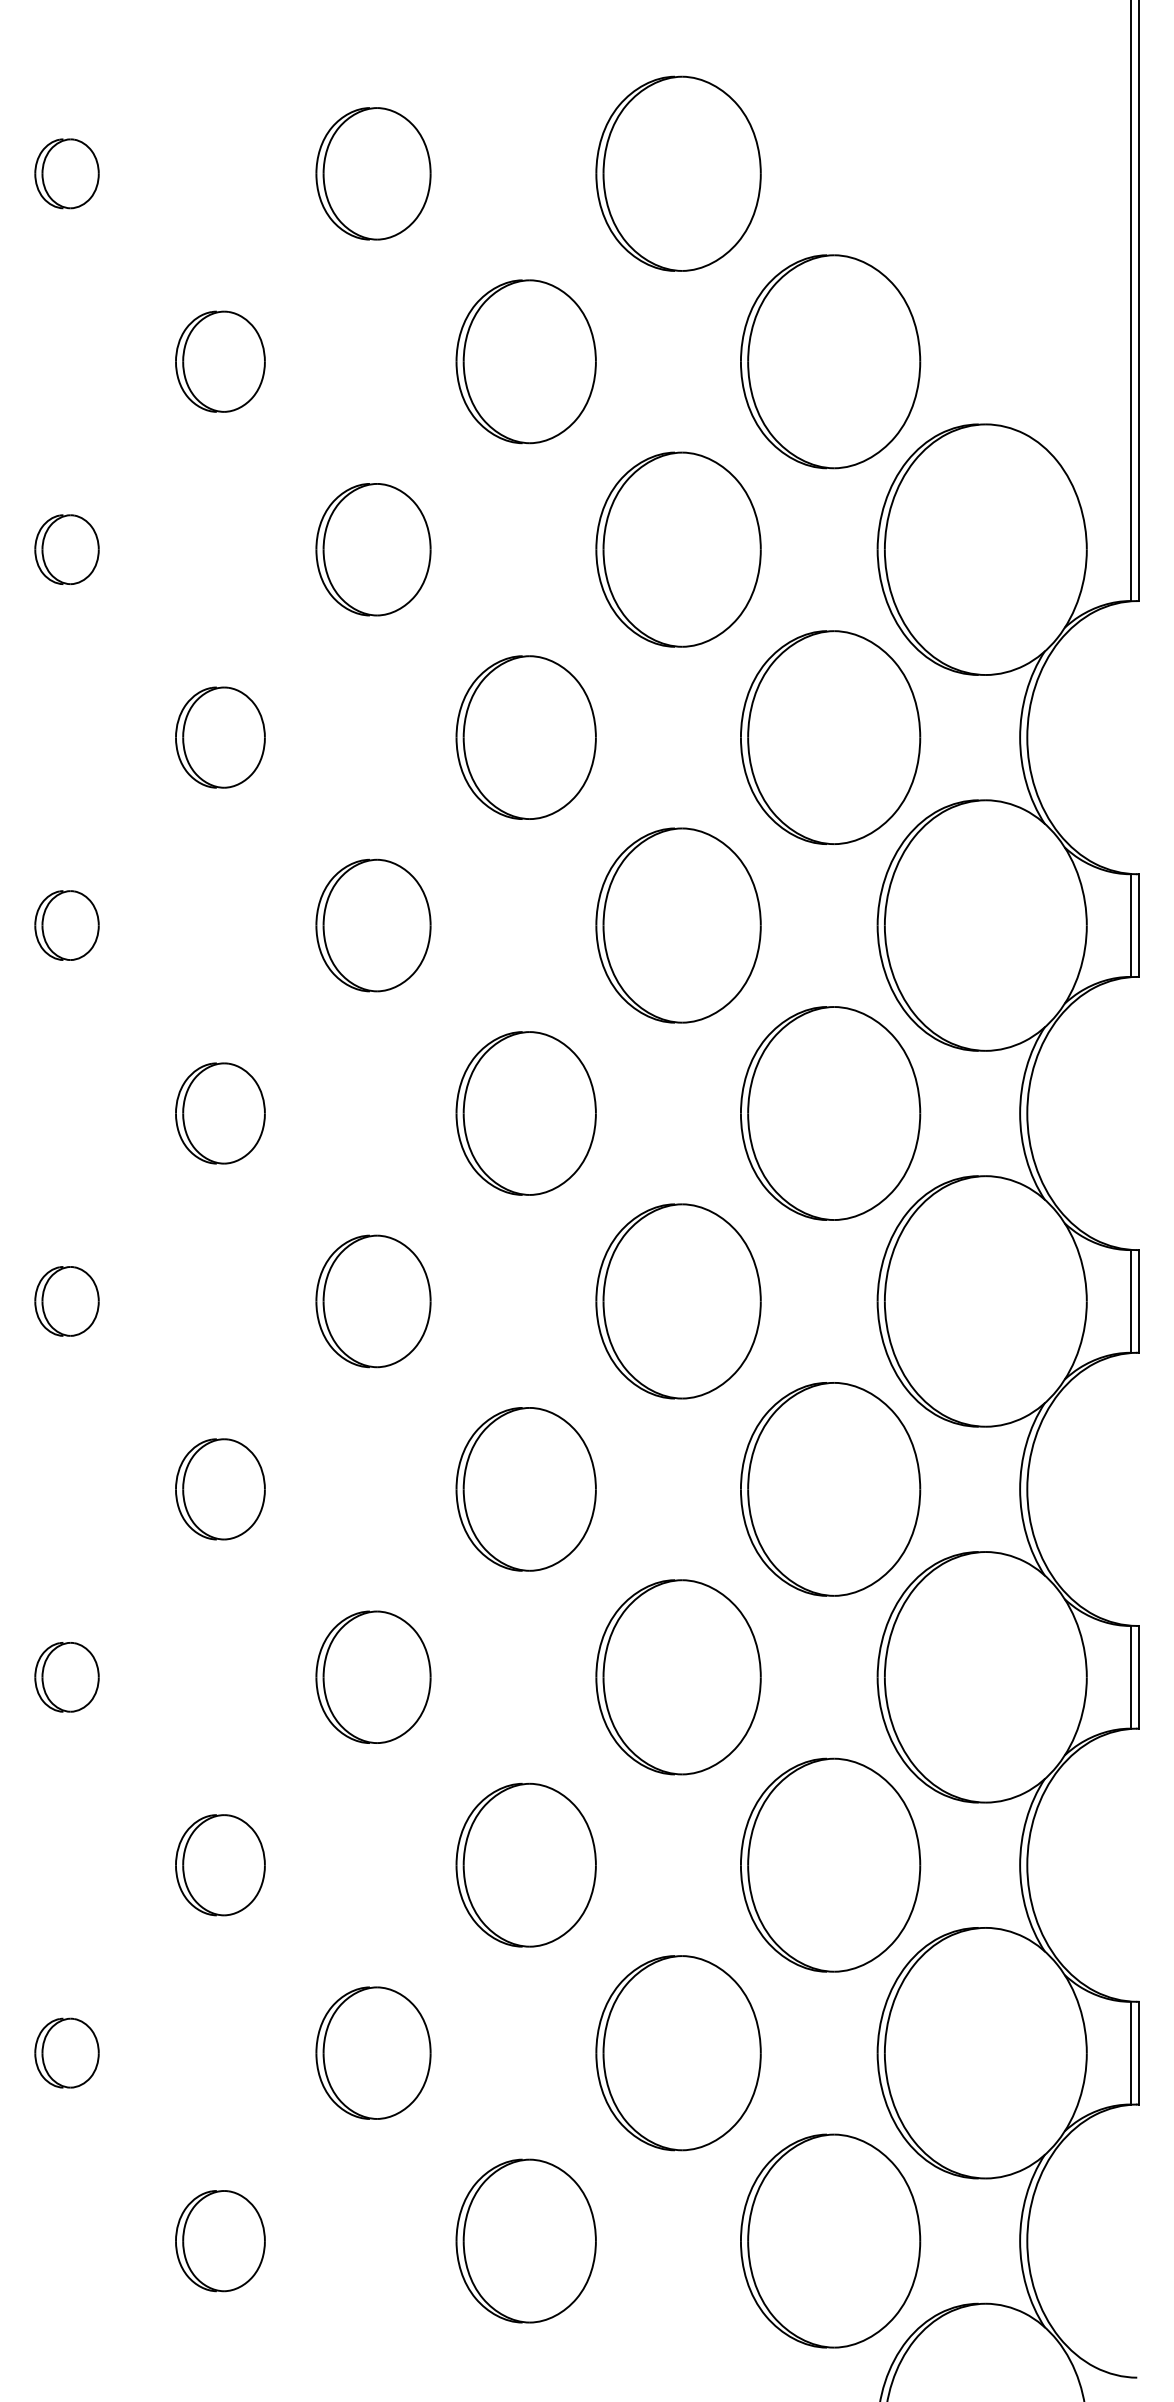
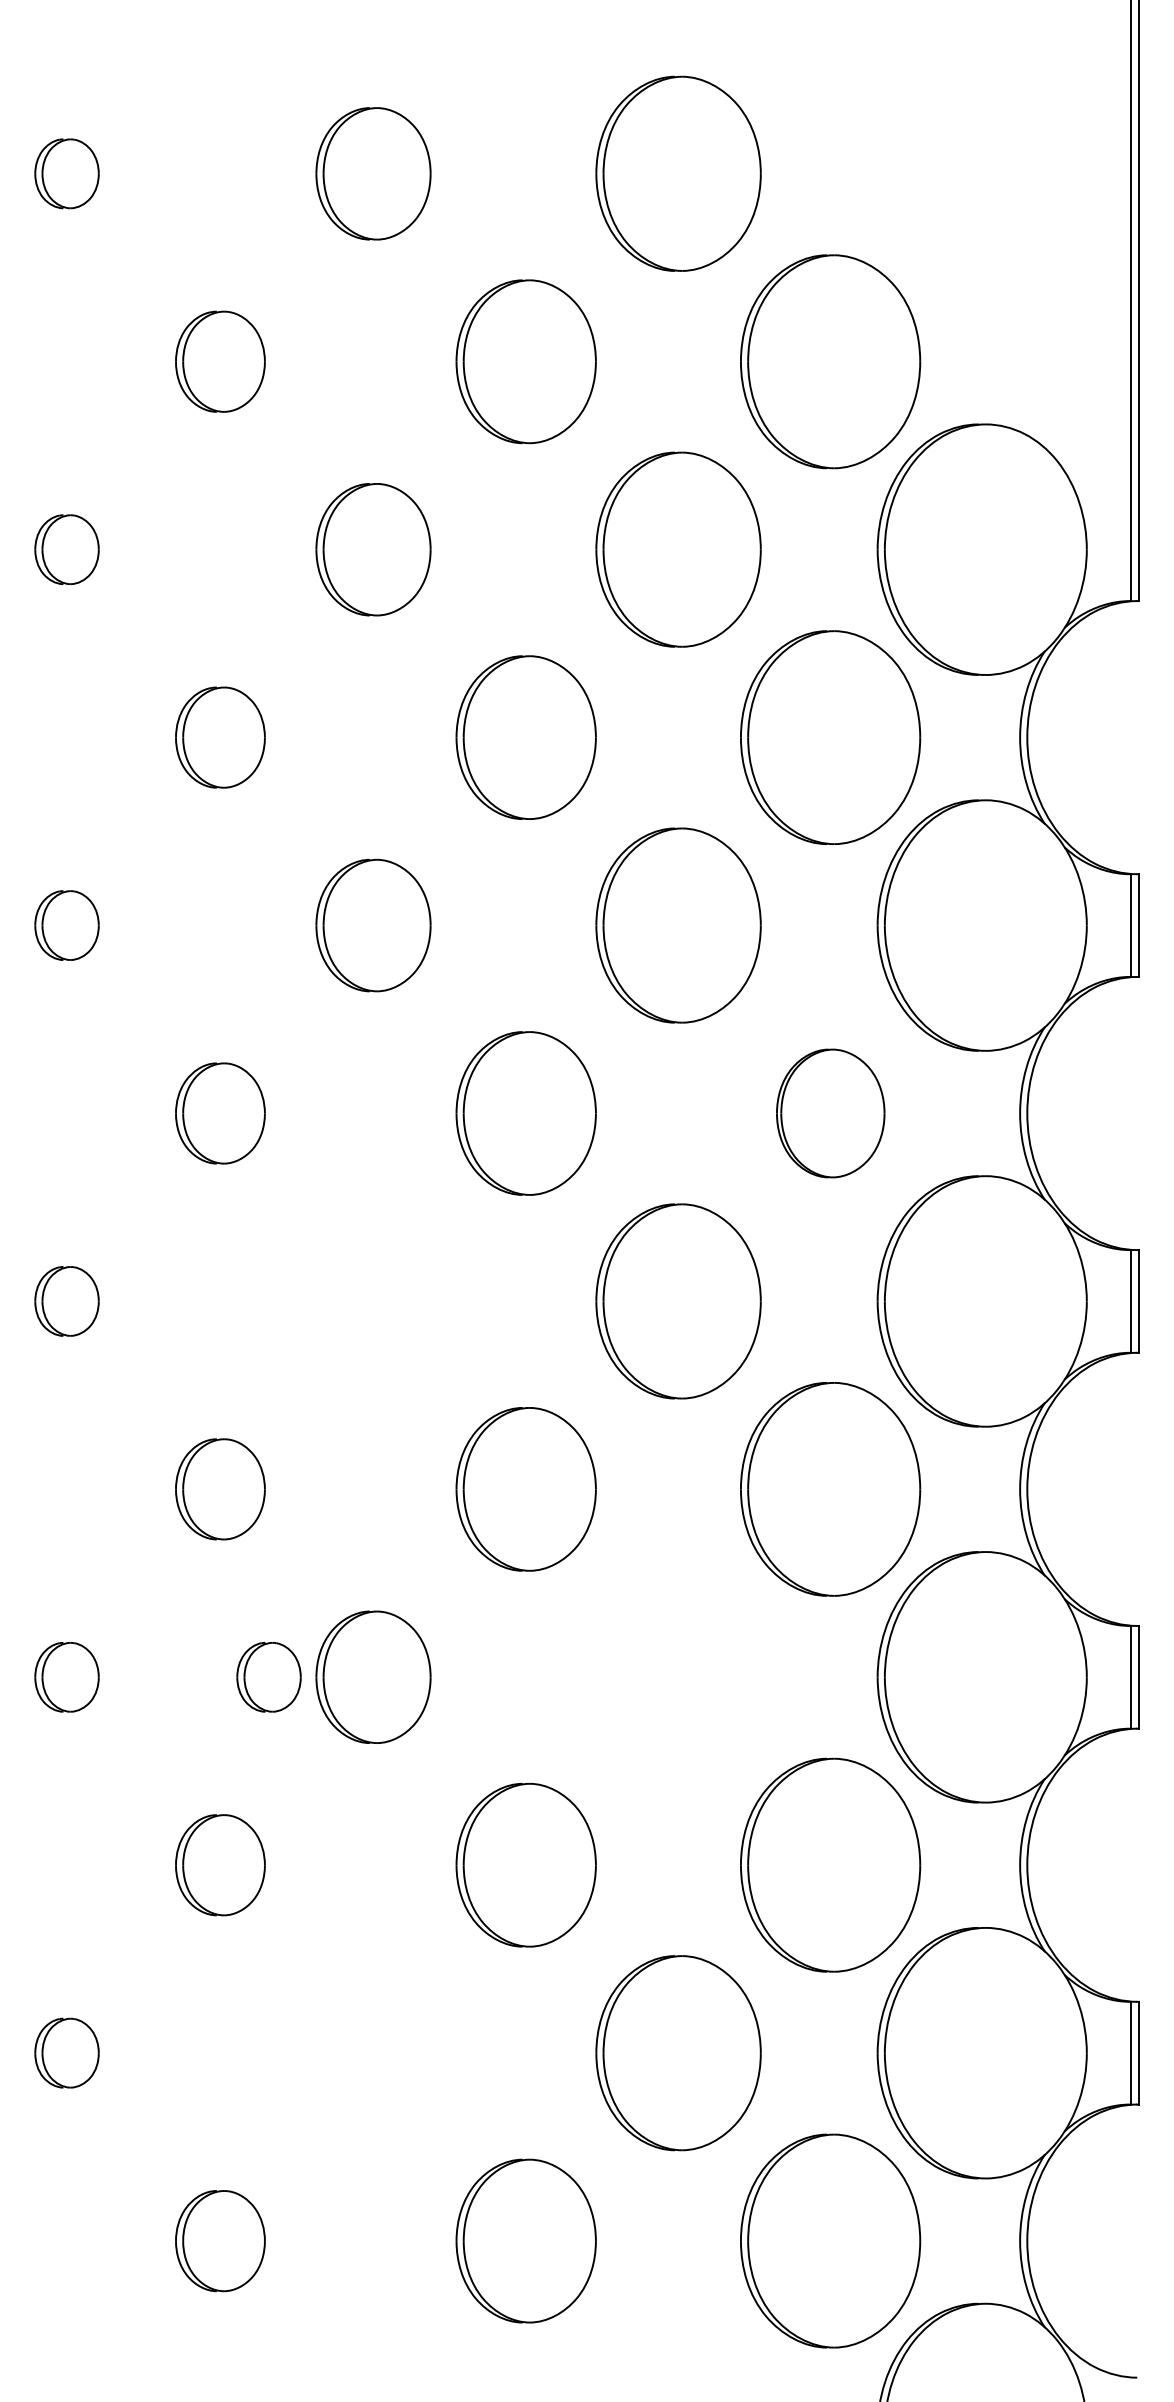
part at (830, 1113) size: 182x215 px -> 110x131 px
part at (373, 1301): present -> none
part at (268, 1677): none -> present
part at (678, 1677): present -> none
part at (373, 2052): present -> none
